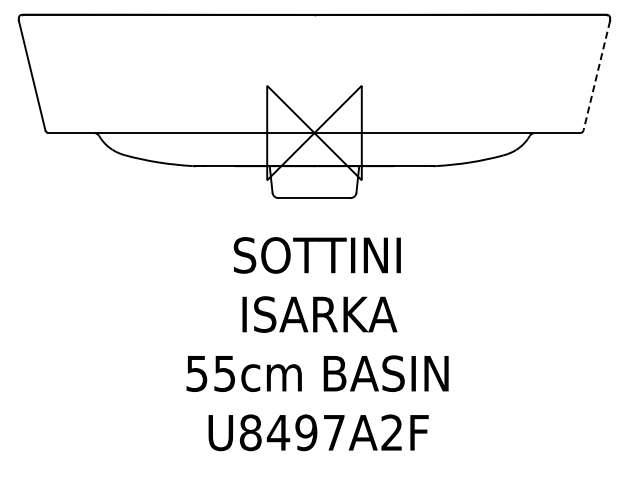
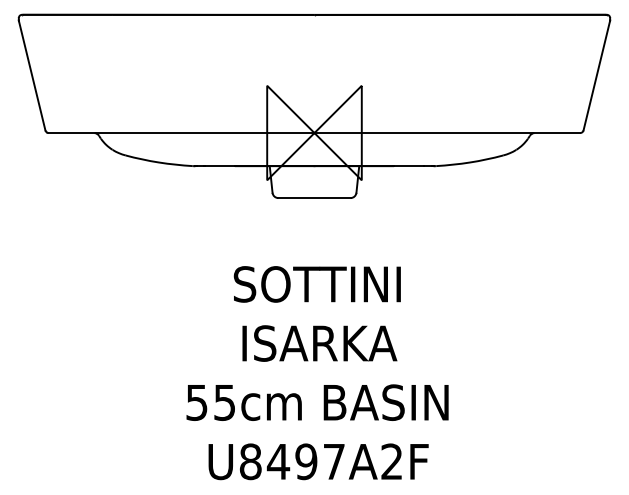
line at (596, 76): dashed -> solid
text at (317, 344) position: (317, 344) -> (317, 373)
